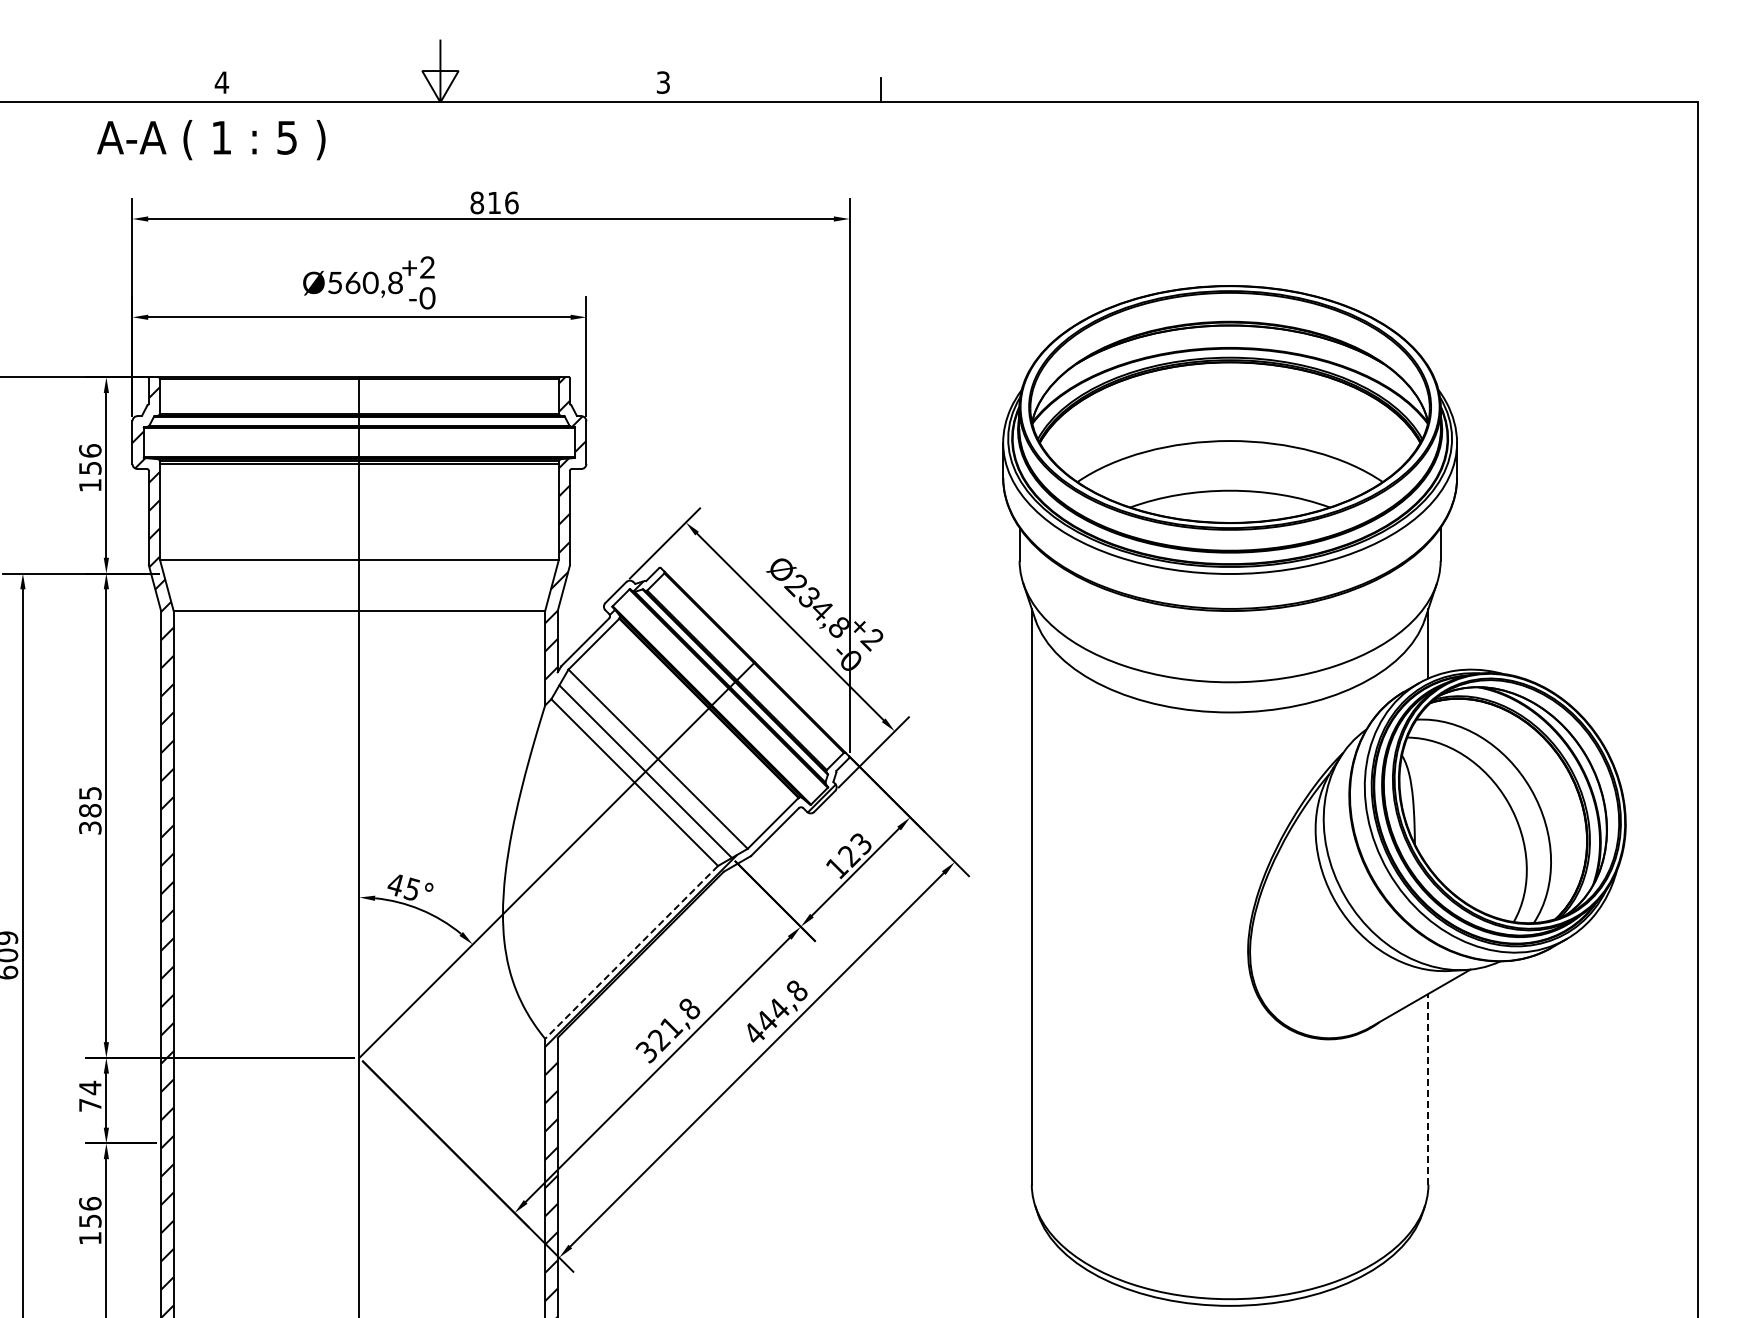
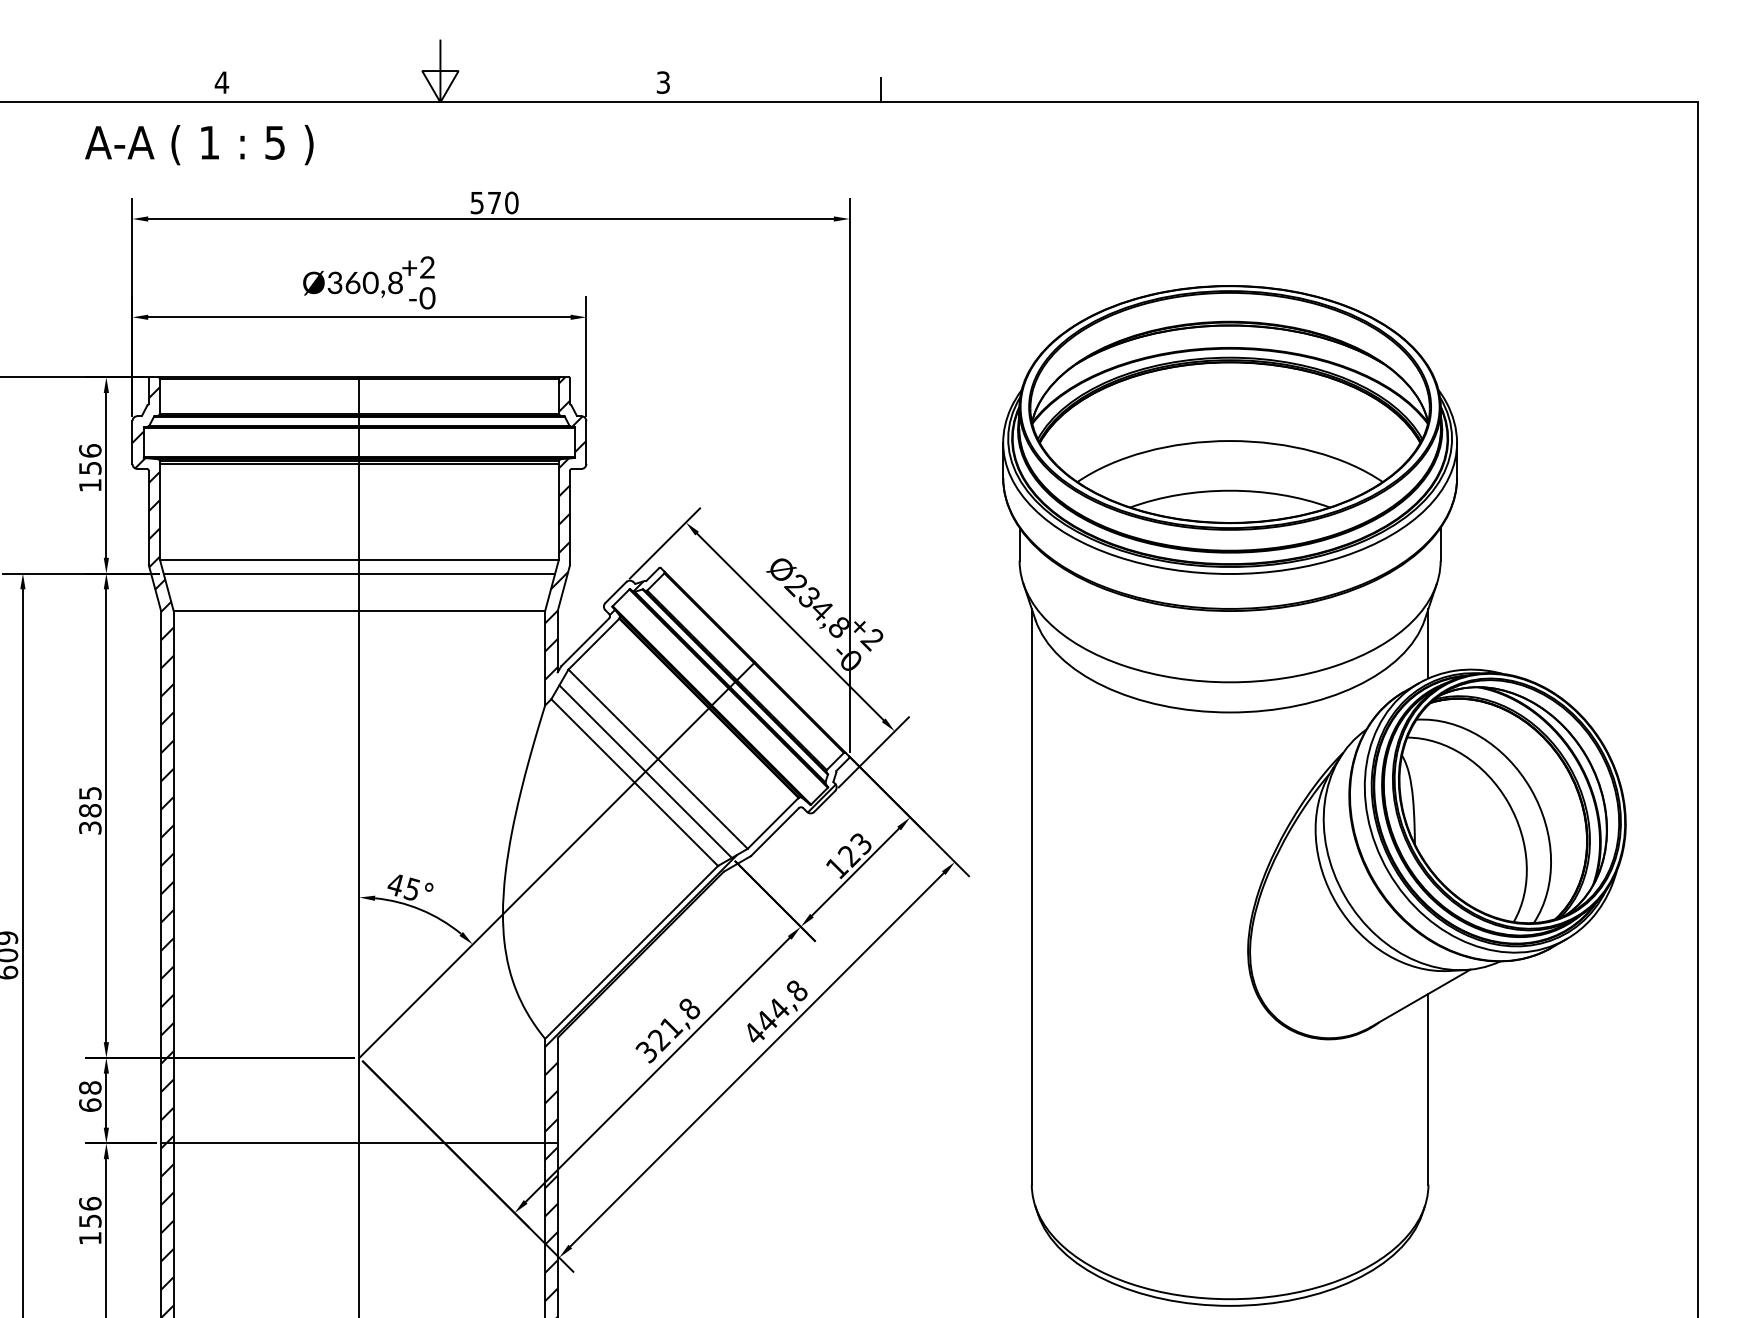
text at (211, 140) position: (211, 140) -> (199, 145)
text at (494, 202): 816 -> 570
text at (334, 282): Ø560,8 -> Ø360,8
line at (359, 573): none -> present
line at (631, 952): dashed -> solid
line at (1428, 1088): dashed -> solid
text at (90, 1095): 74 -> 68
line at (359, 1143): none -> present
